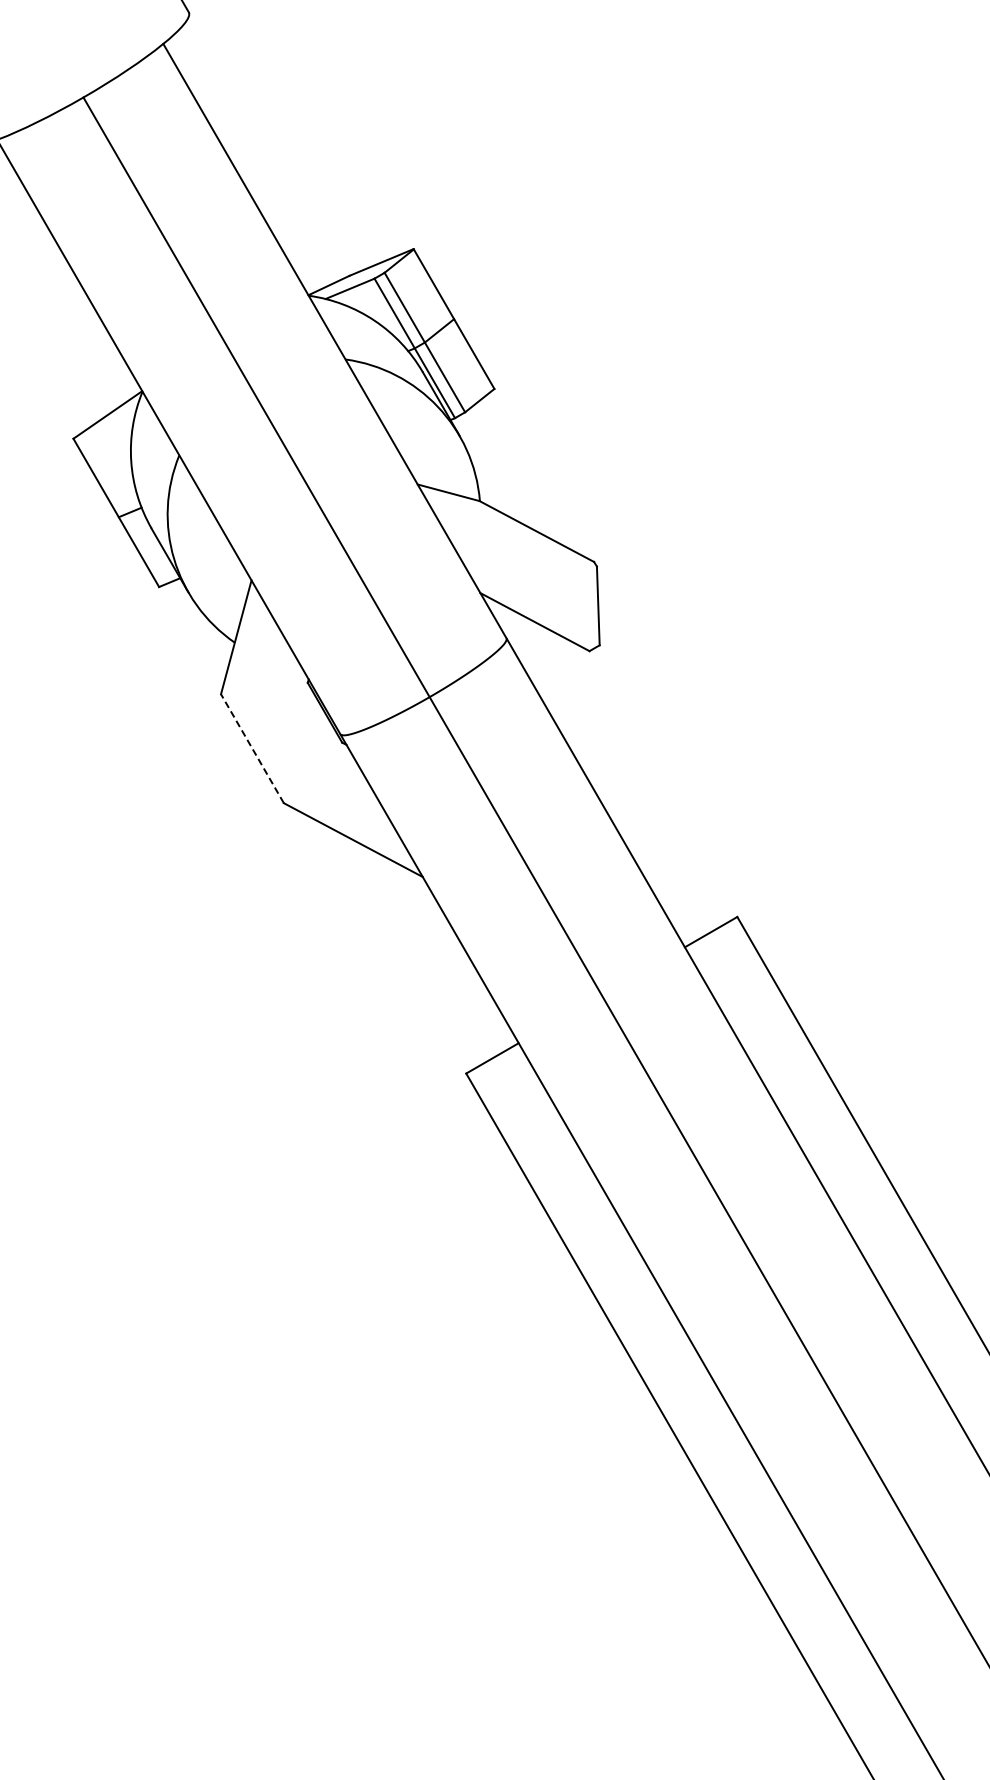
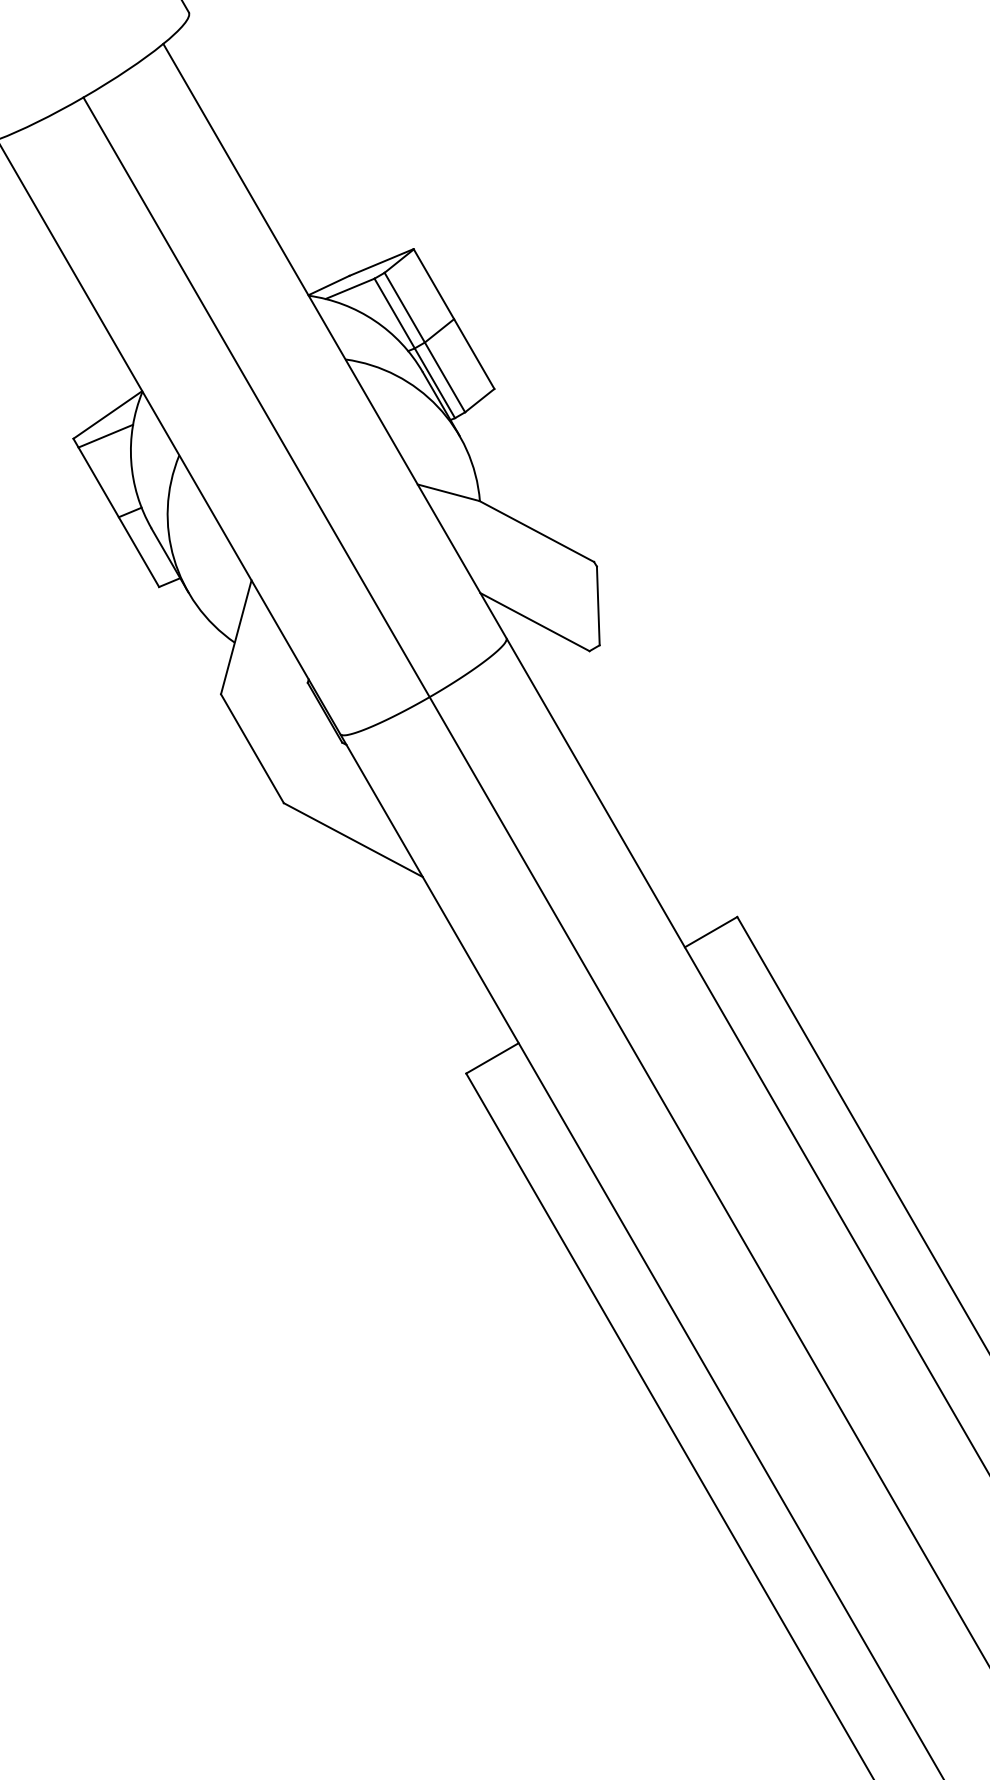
line at (105, 435): none -> present
line at (252, 748): dashed -> solid
